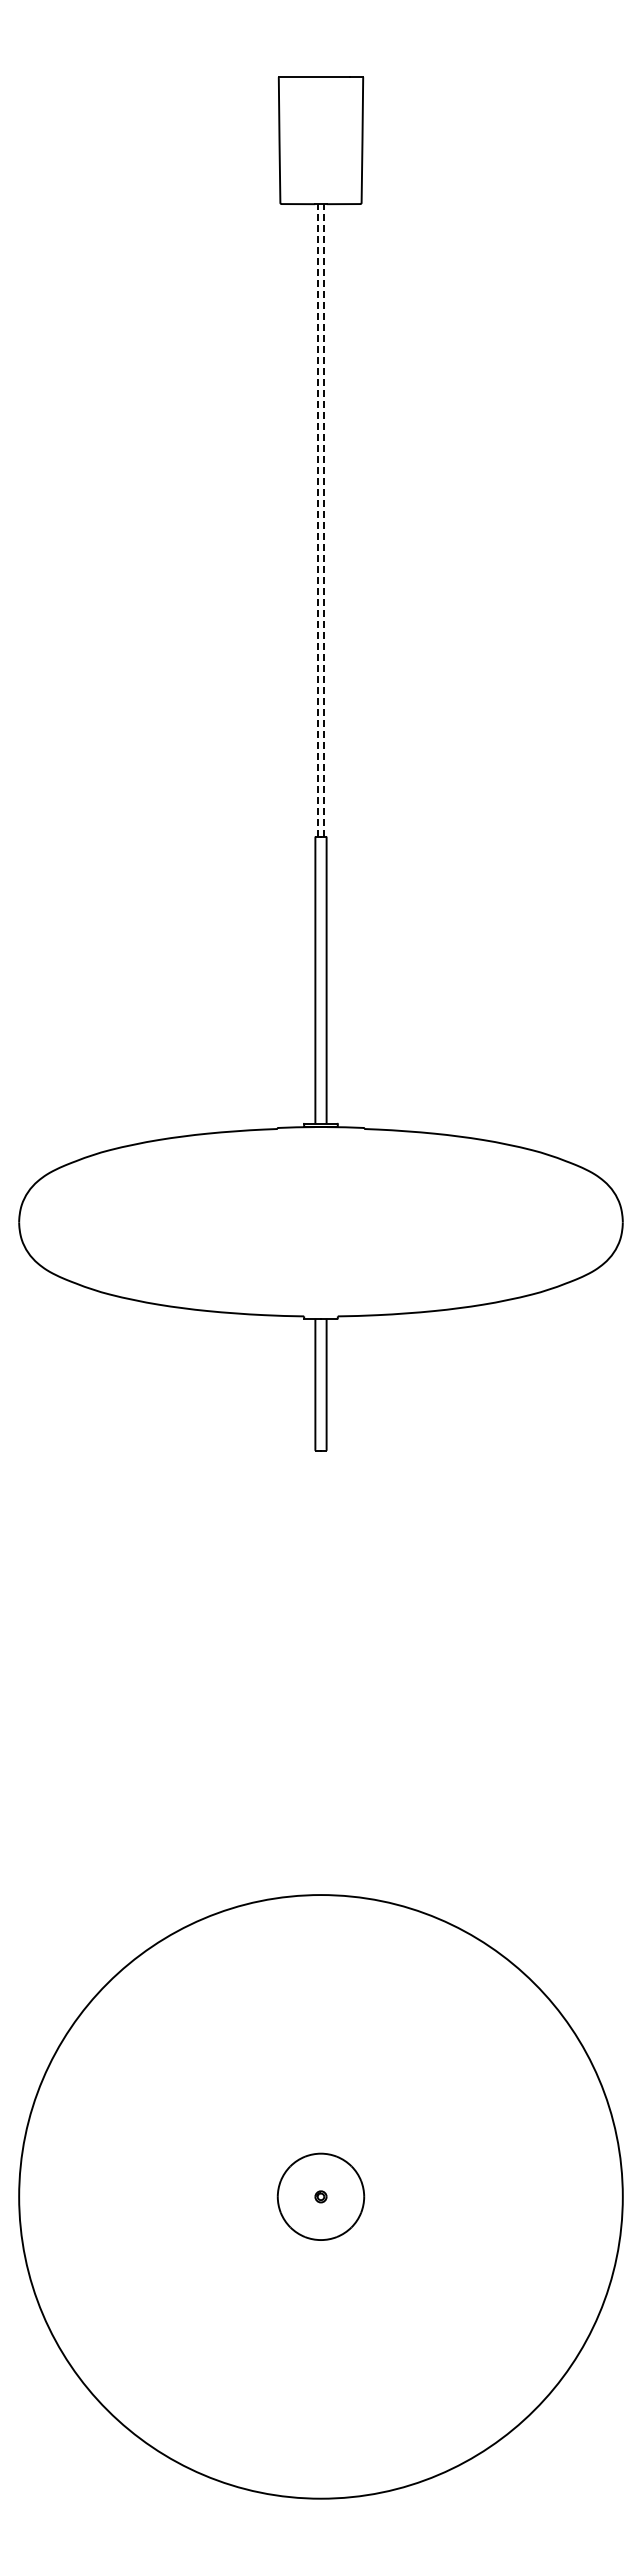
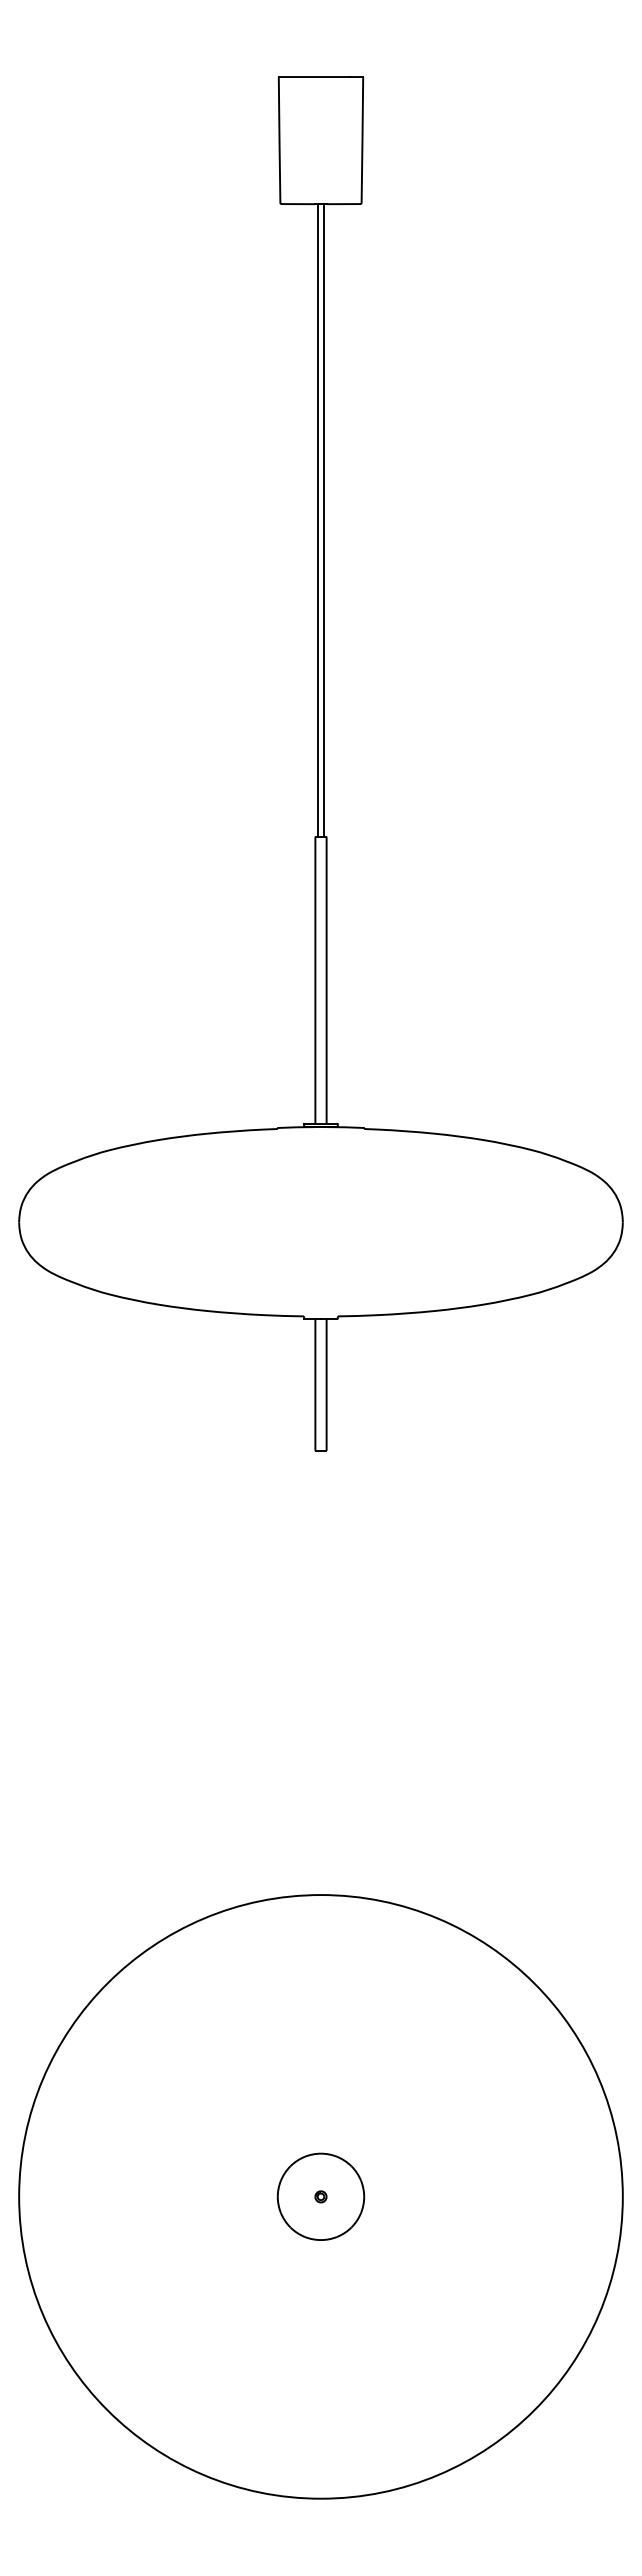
line at (317, 520): dashed -> solid
line at (324, 520): dashed -> solid
